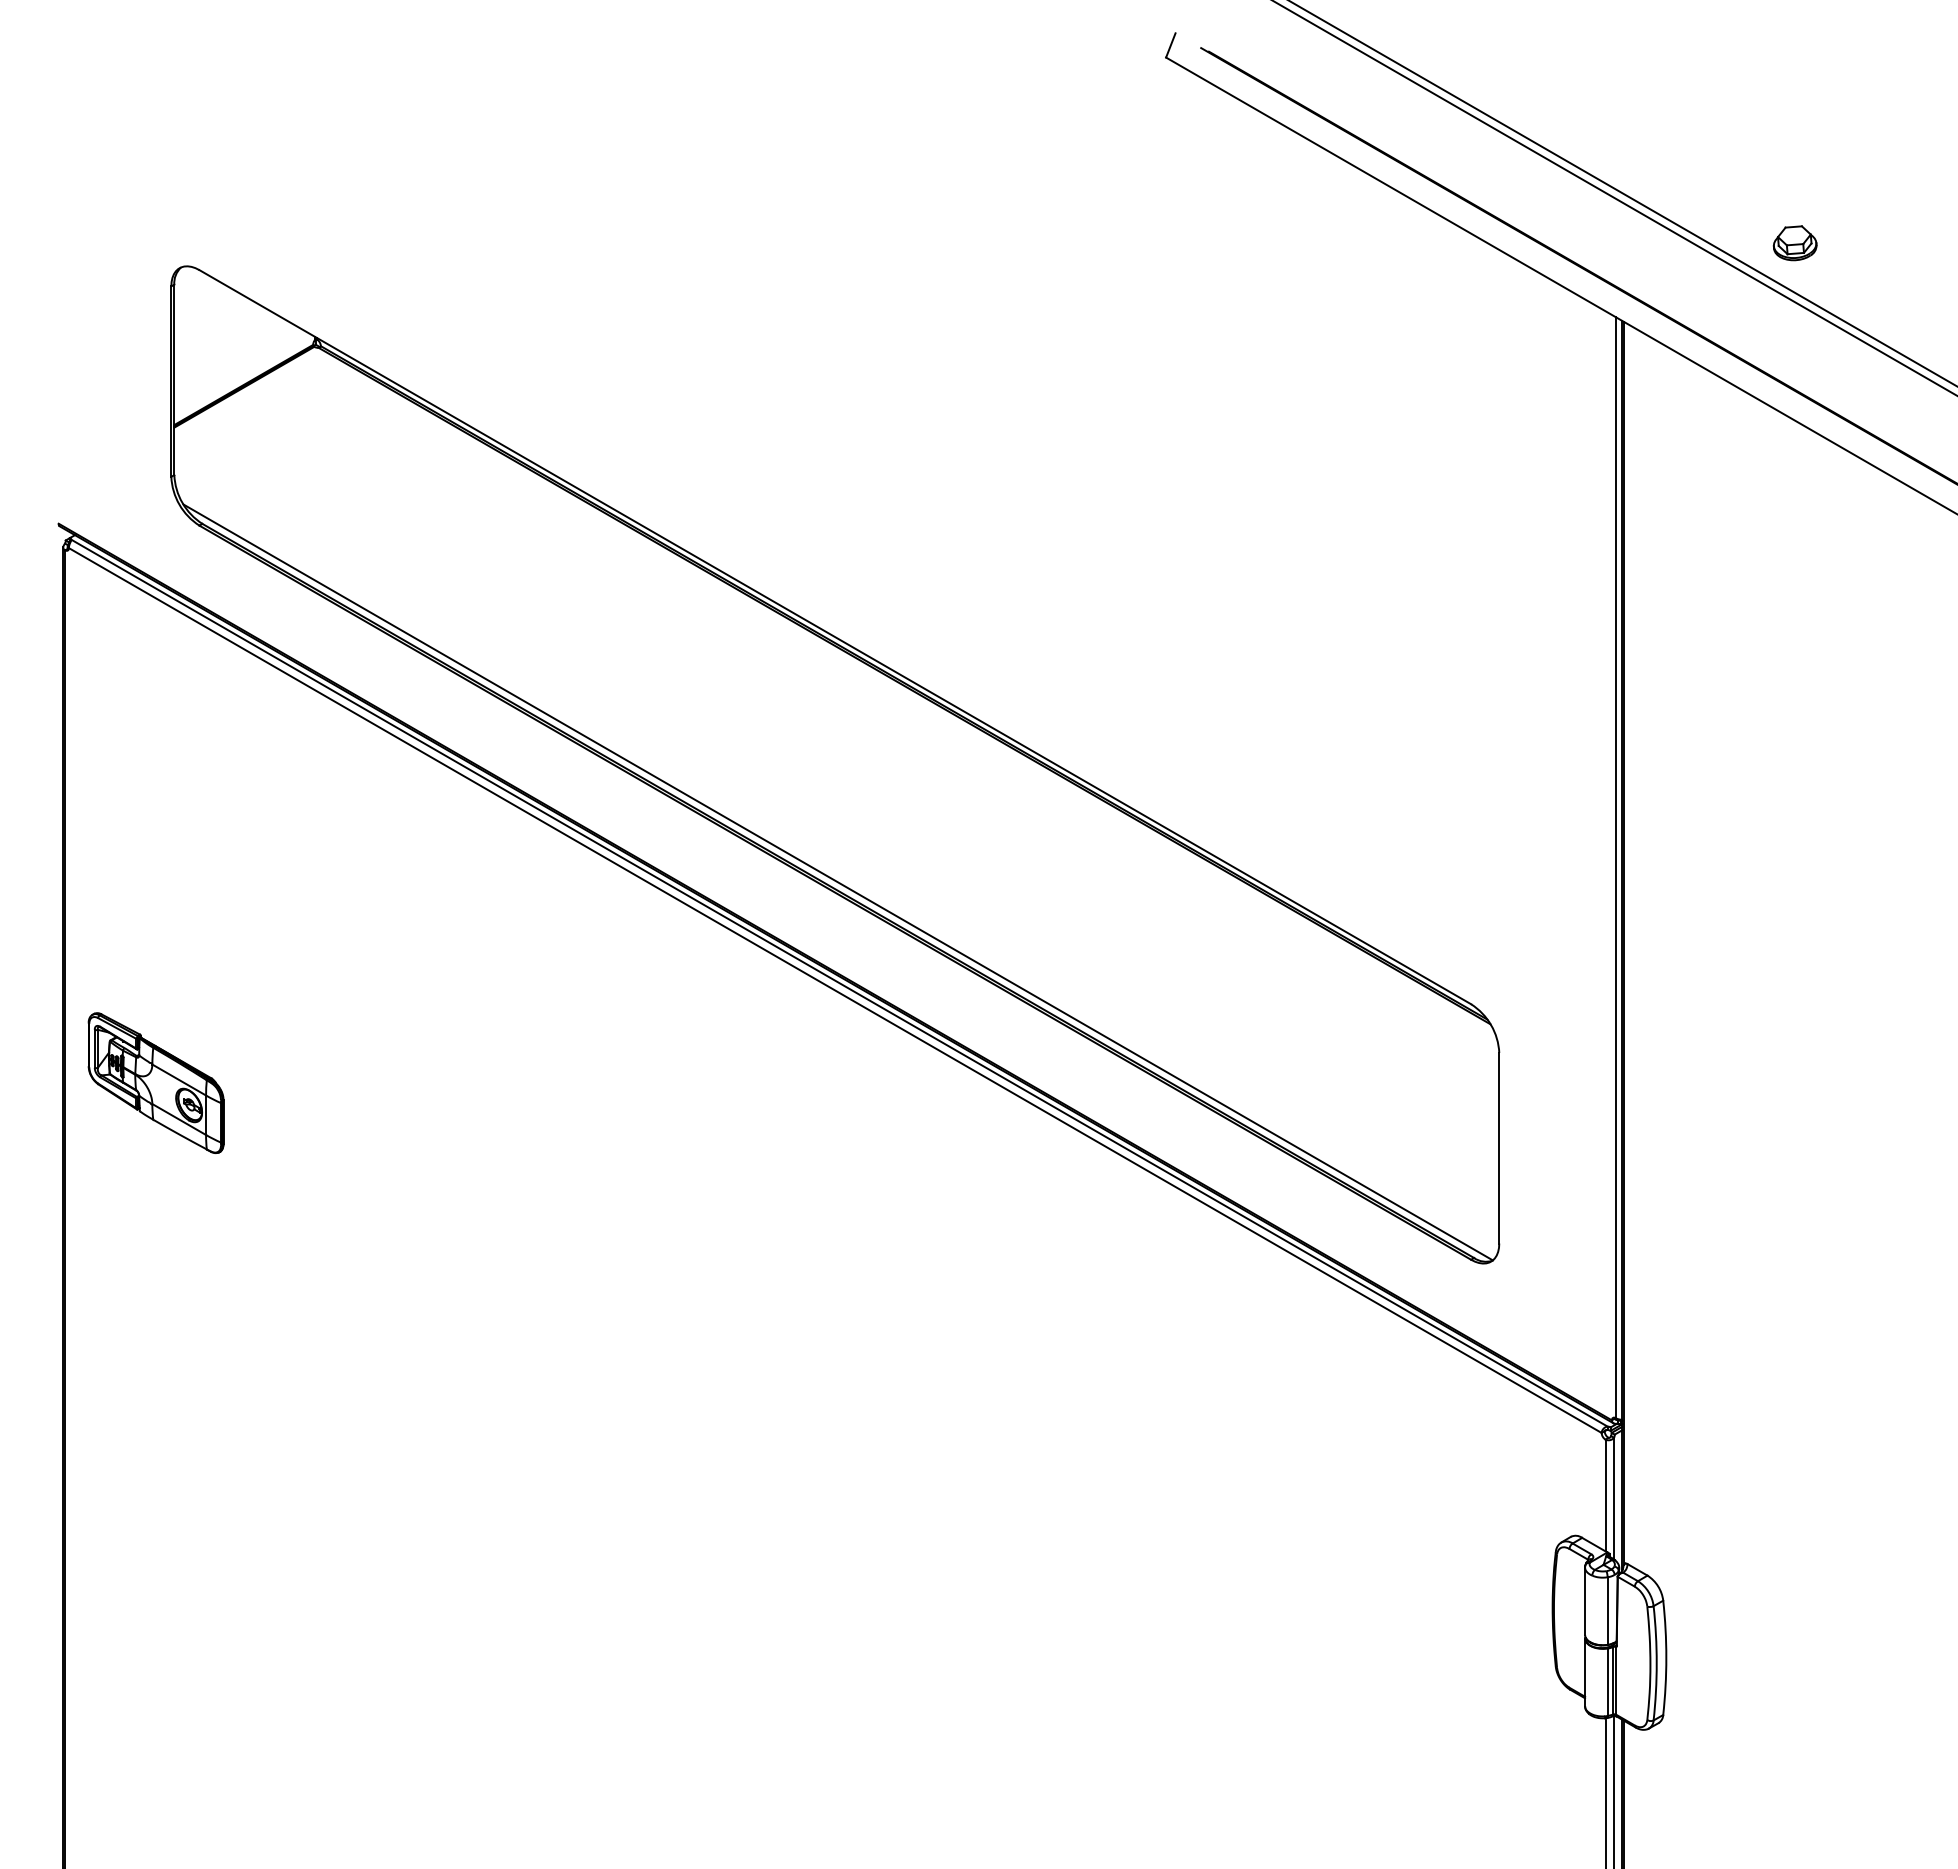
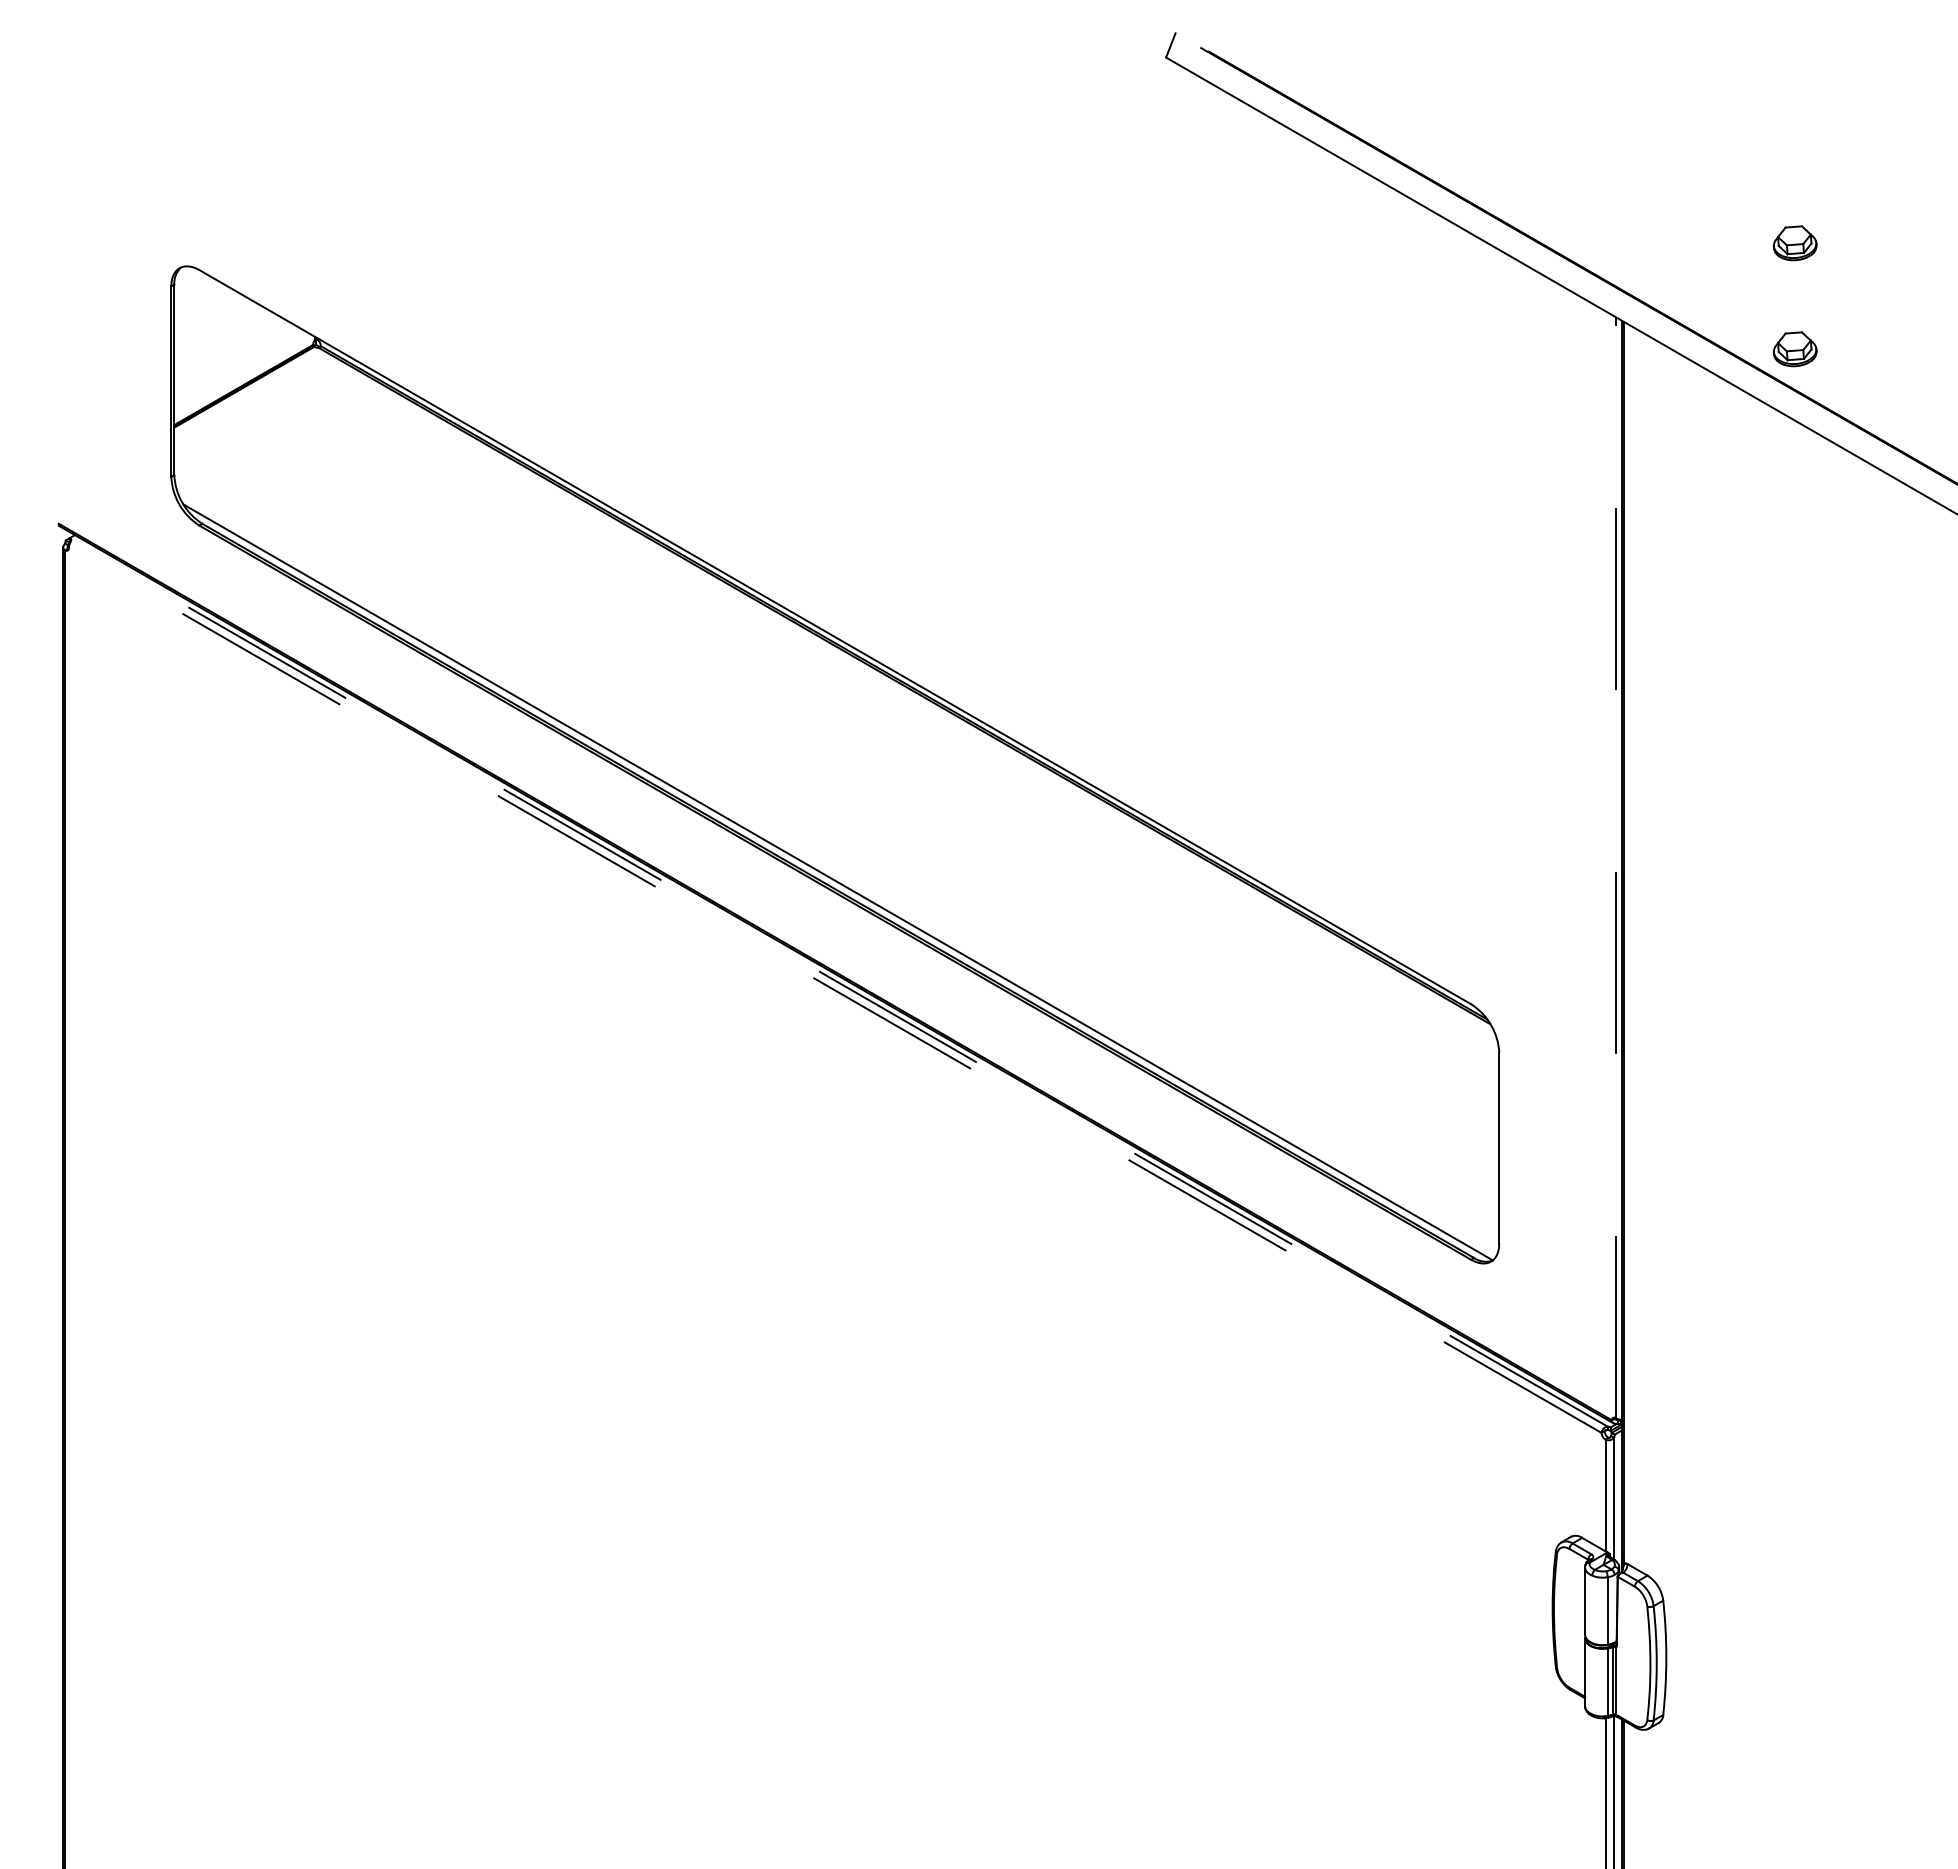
line at (1622, 193): present -> none
line at (1614, 198): present -> none
part at (1794, 349): none -> present
line at (1615, 867): solid -> dashed
line at (839, 983): solid -> dashed
line at (835, 990): solid -> dashed
part at (155, 1082): present -> none
